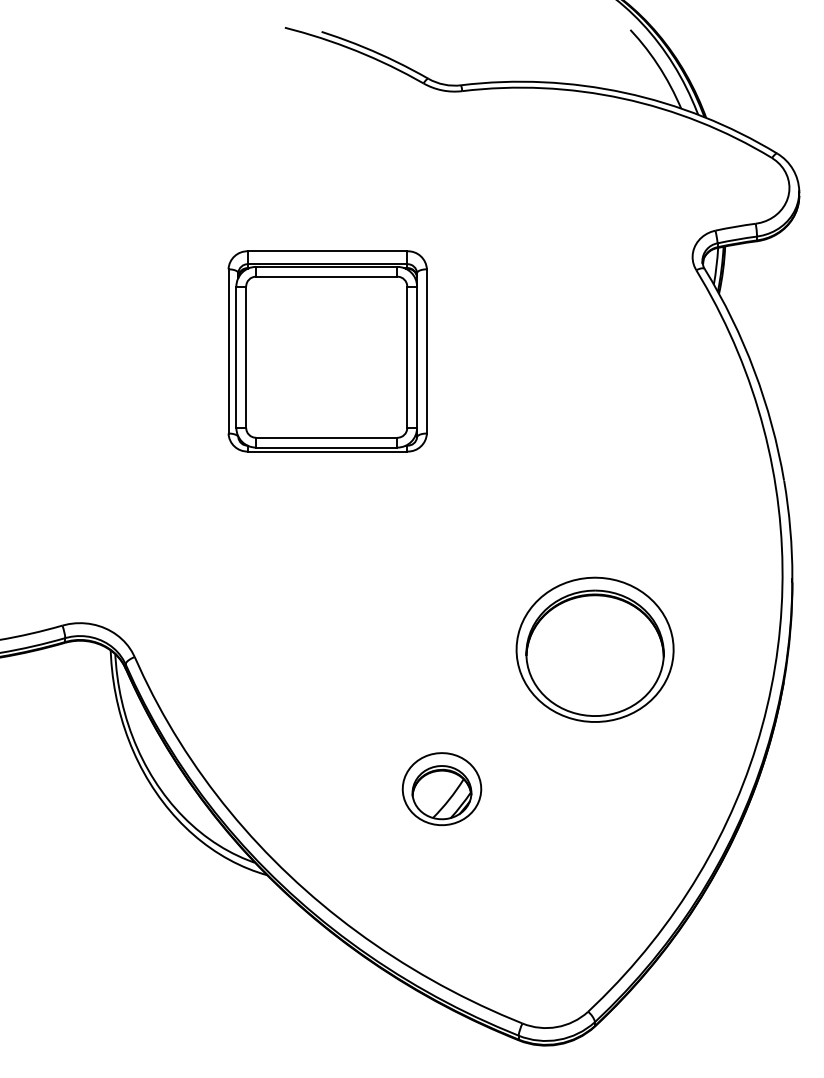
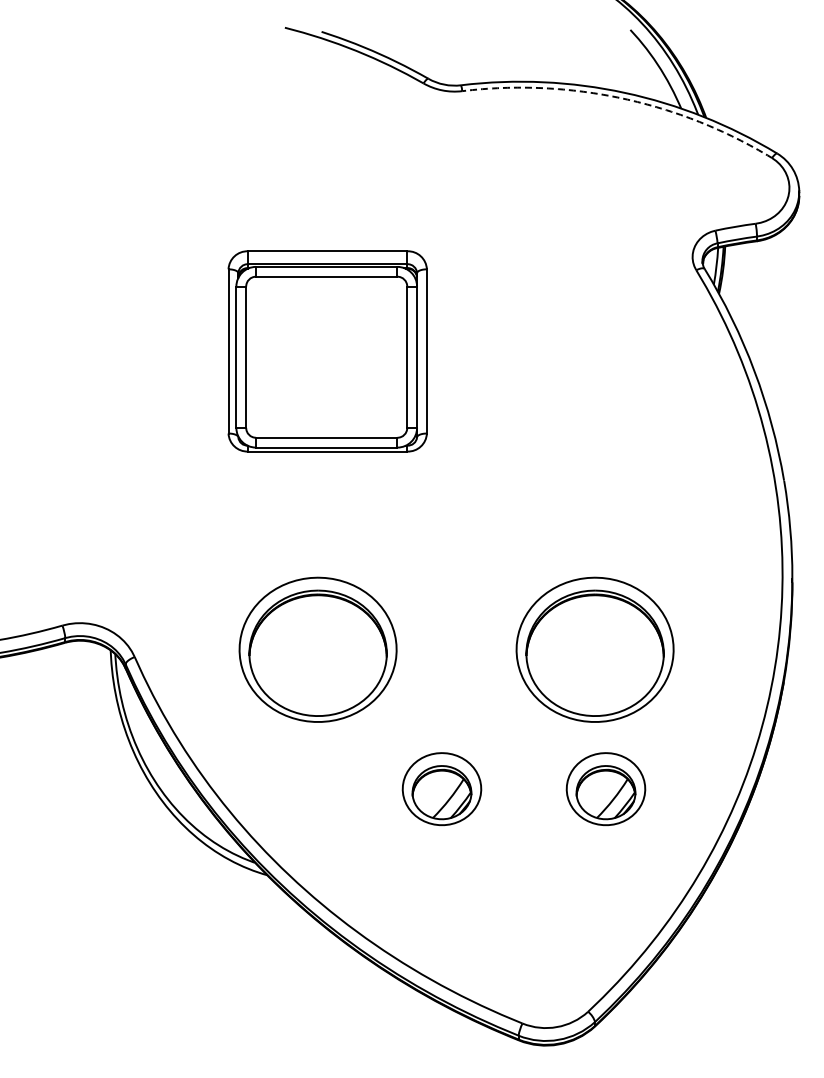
arc at (622, 98): solid -> dashed
part at (317, 649): none -> present
part at (605, 788): none -> present
